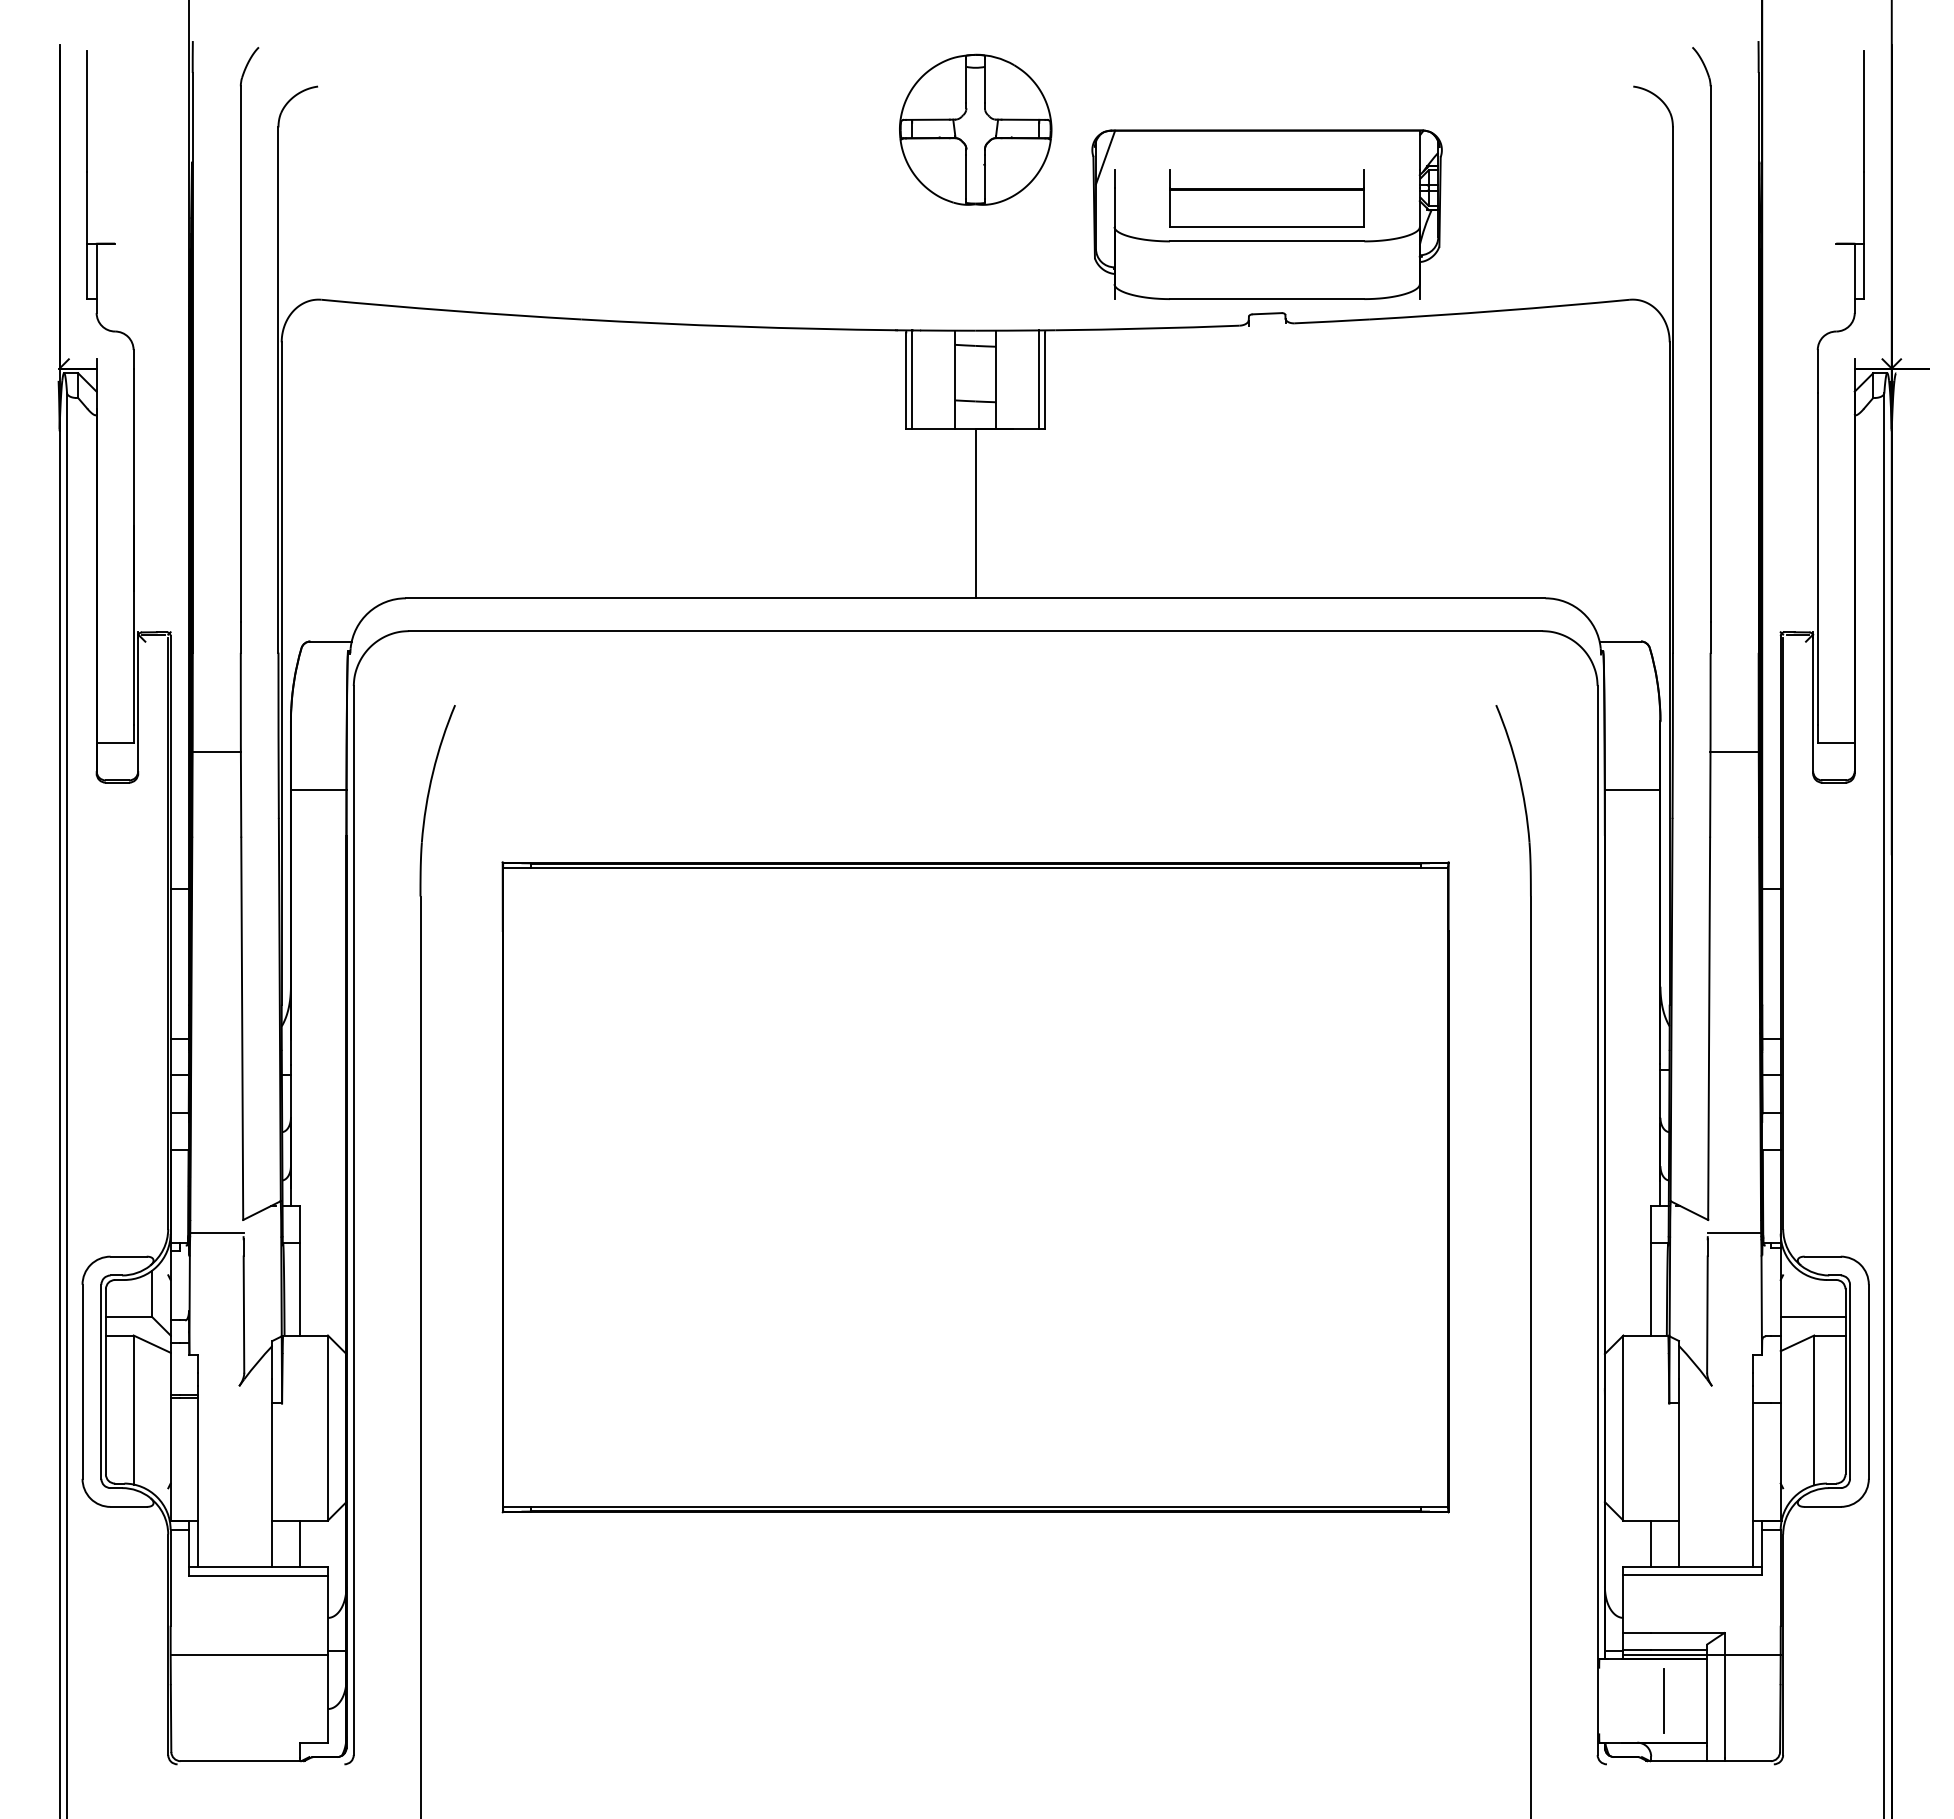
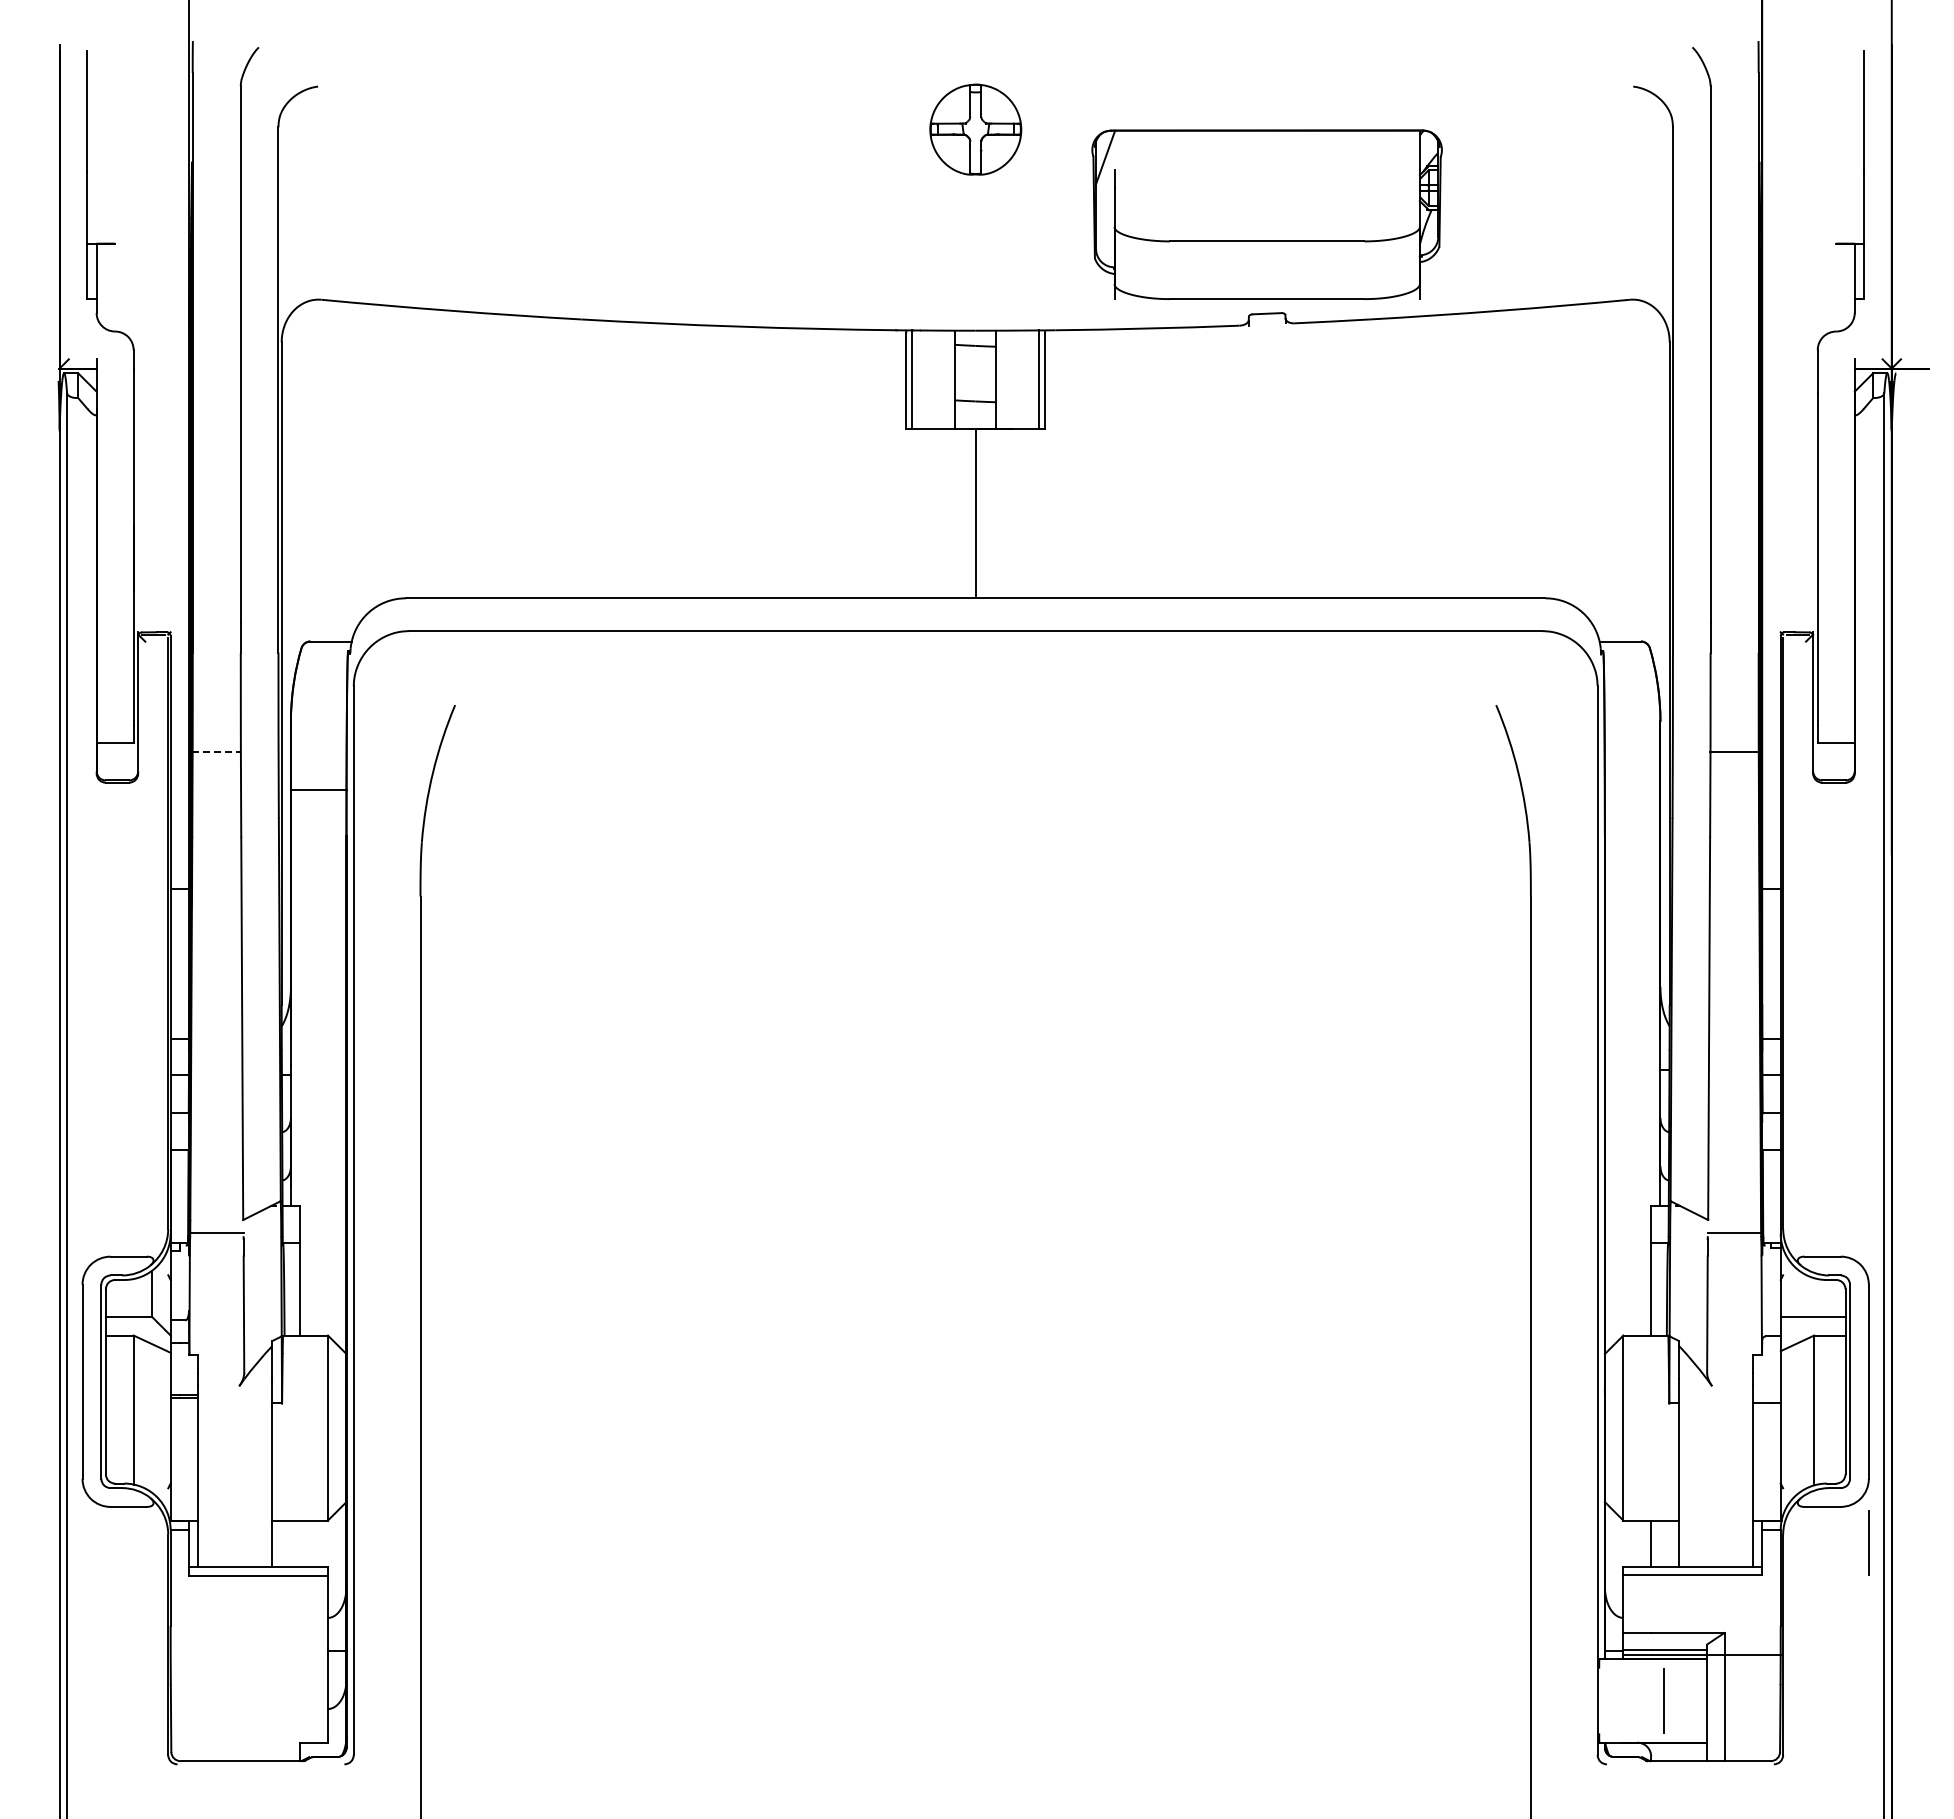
part at (975, 129) size: 154x153 px -> 94x93 px
part at (1266, 198): present -> none
line at (217, 752): solid -> dashed
line at (1632, 789): present -> none
part at (975, 1187): present -> none
line at (1868, 1542): none -> present
line at (300, 1543): present -> none
line at (248, 1654): present -> none
